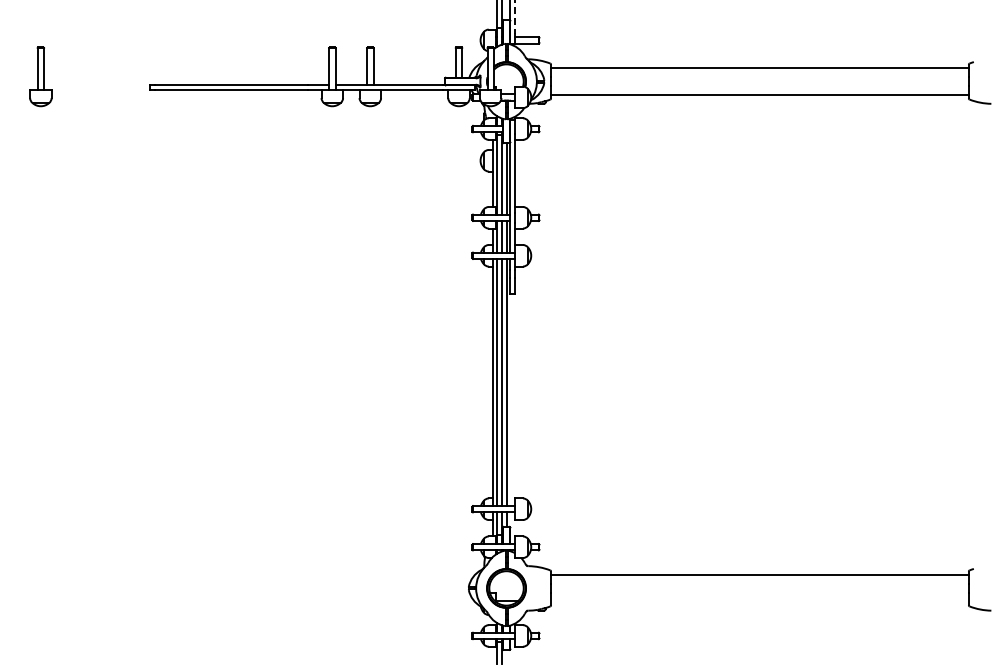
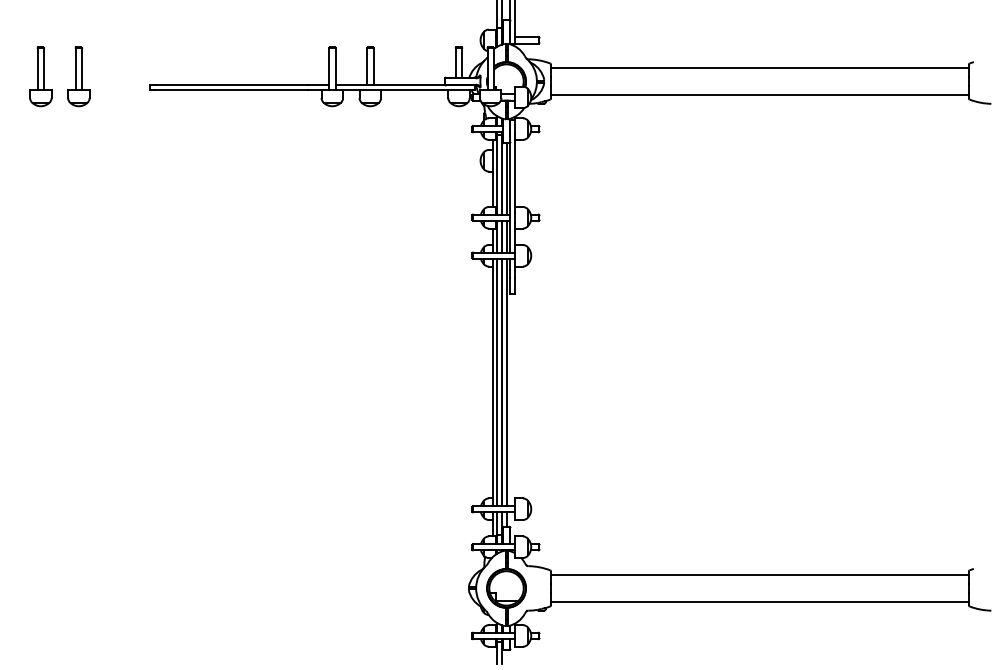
line at (515, 17): dashed -> solid
part at (78, 76): none -> present
line at (759, 601): none -> present
